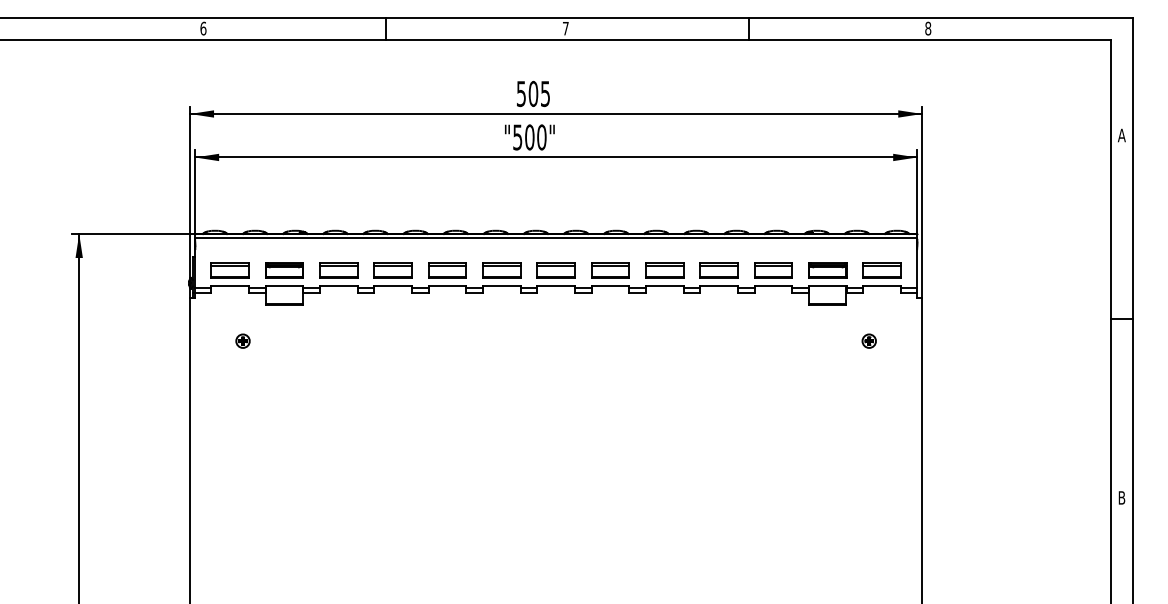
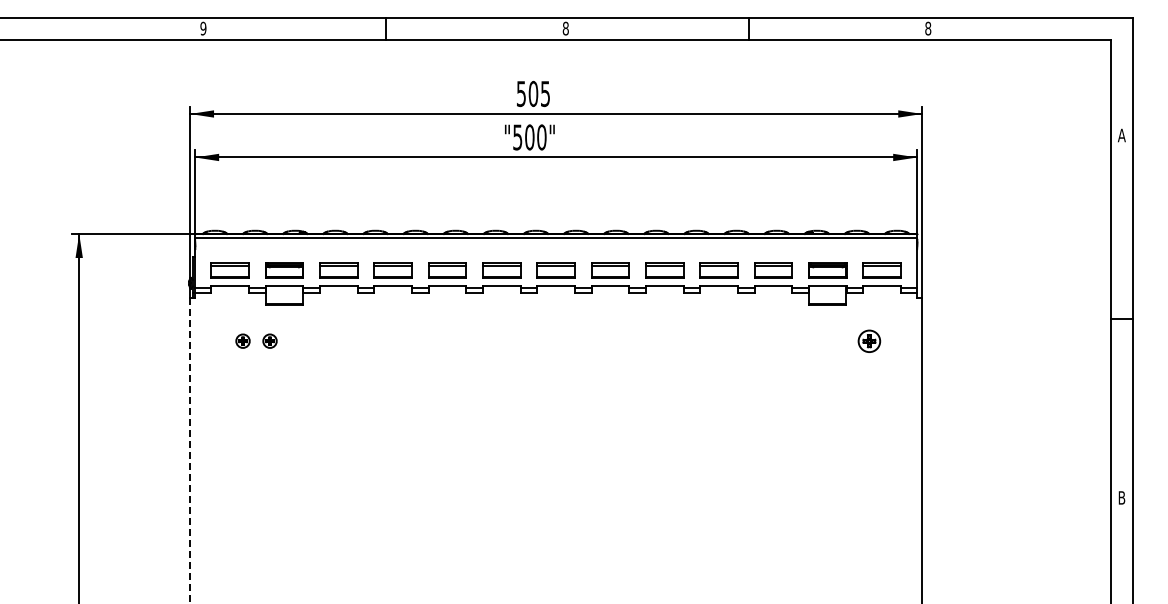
text at (203, 28): 6 -> 9
text at (565, 28): 7 -> 8
part at (269, 340): none -> present
part at (868, 340) size: 16x16 px -> 25x24 px
line at (190, 450): solid -> dashed
